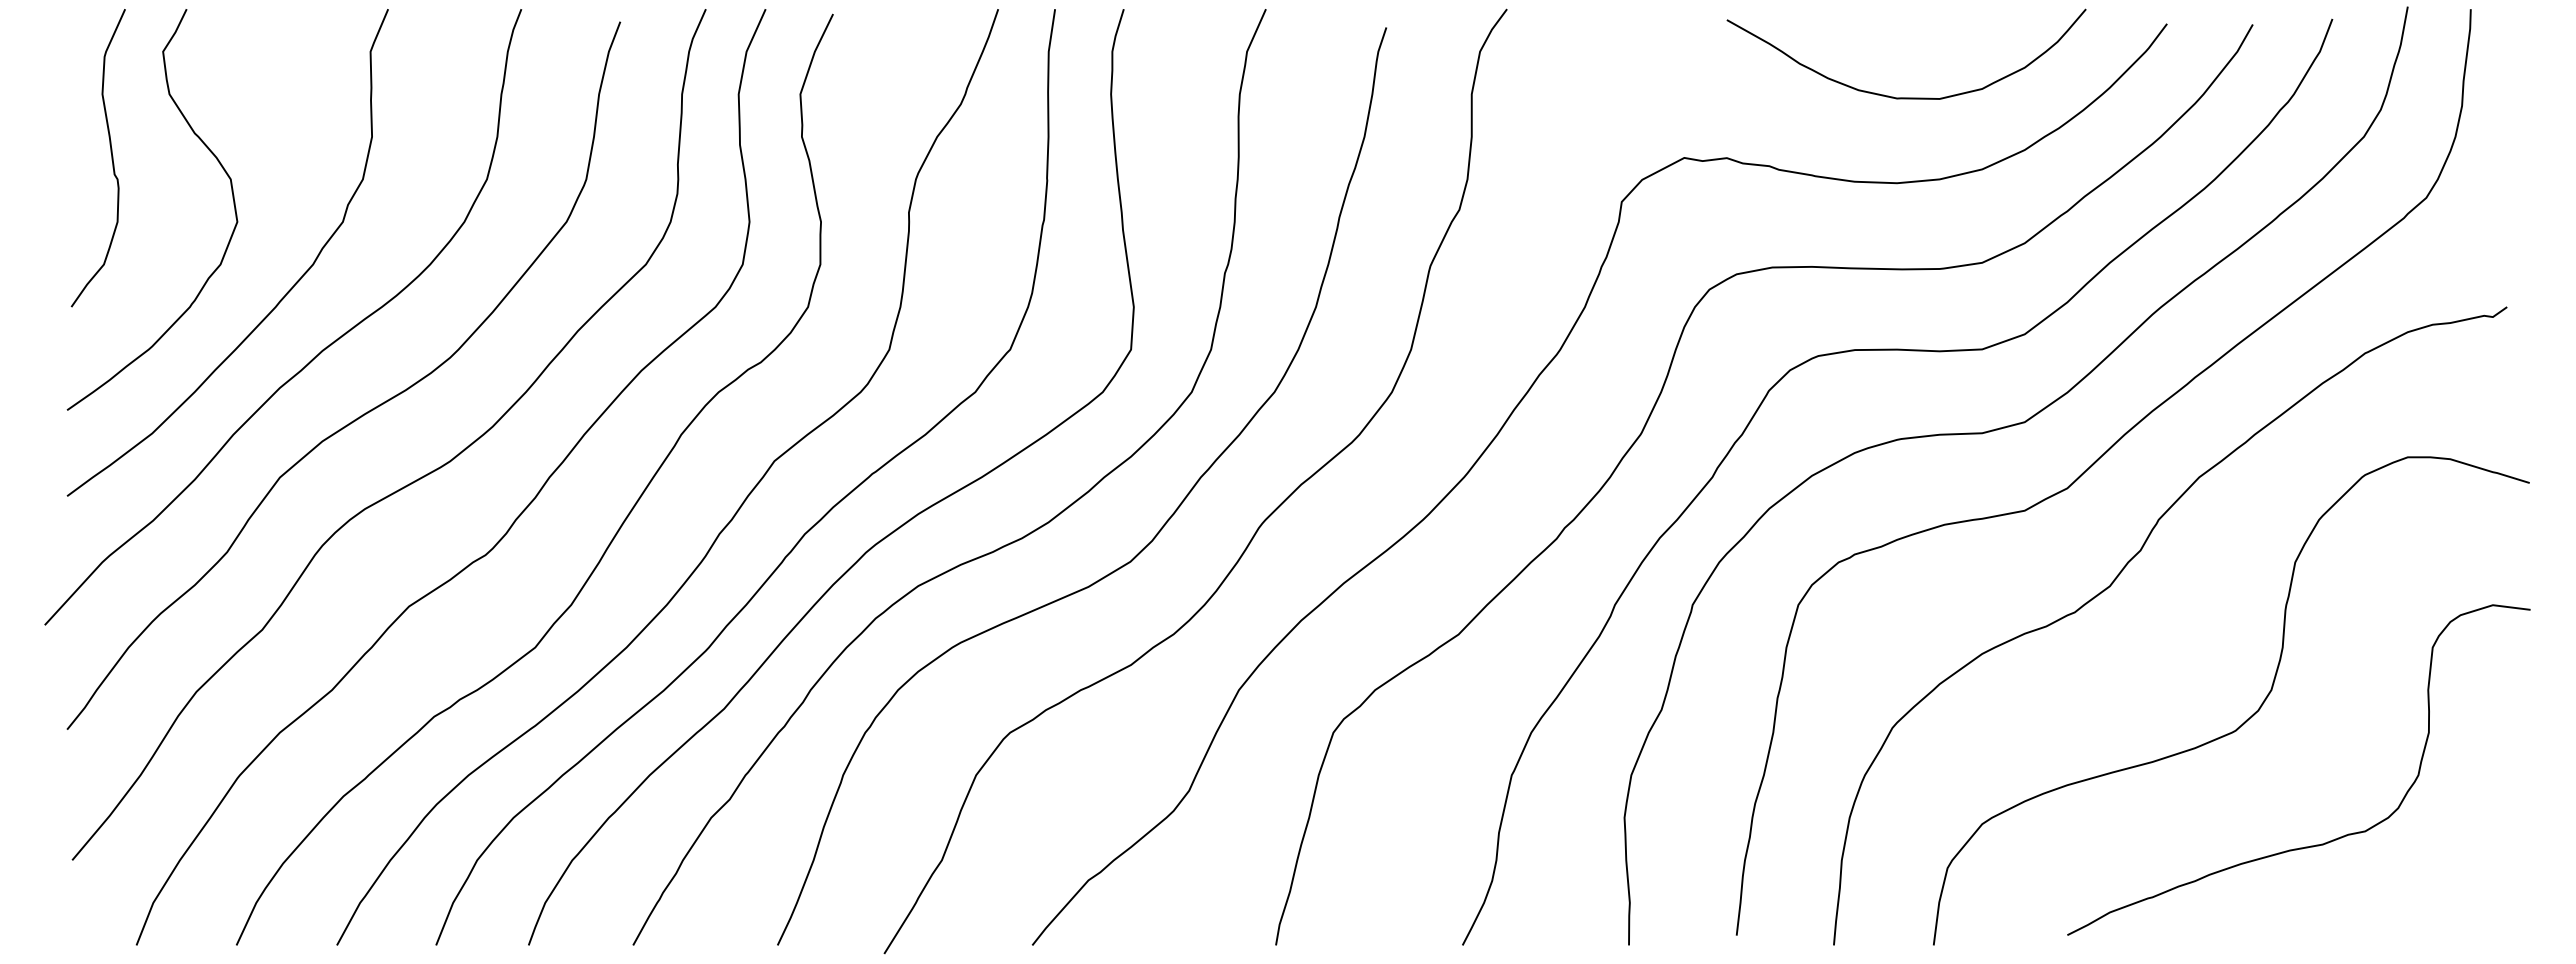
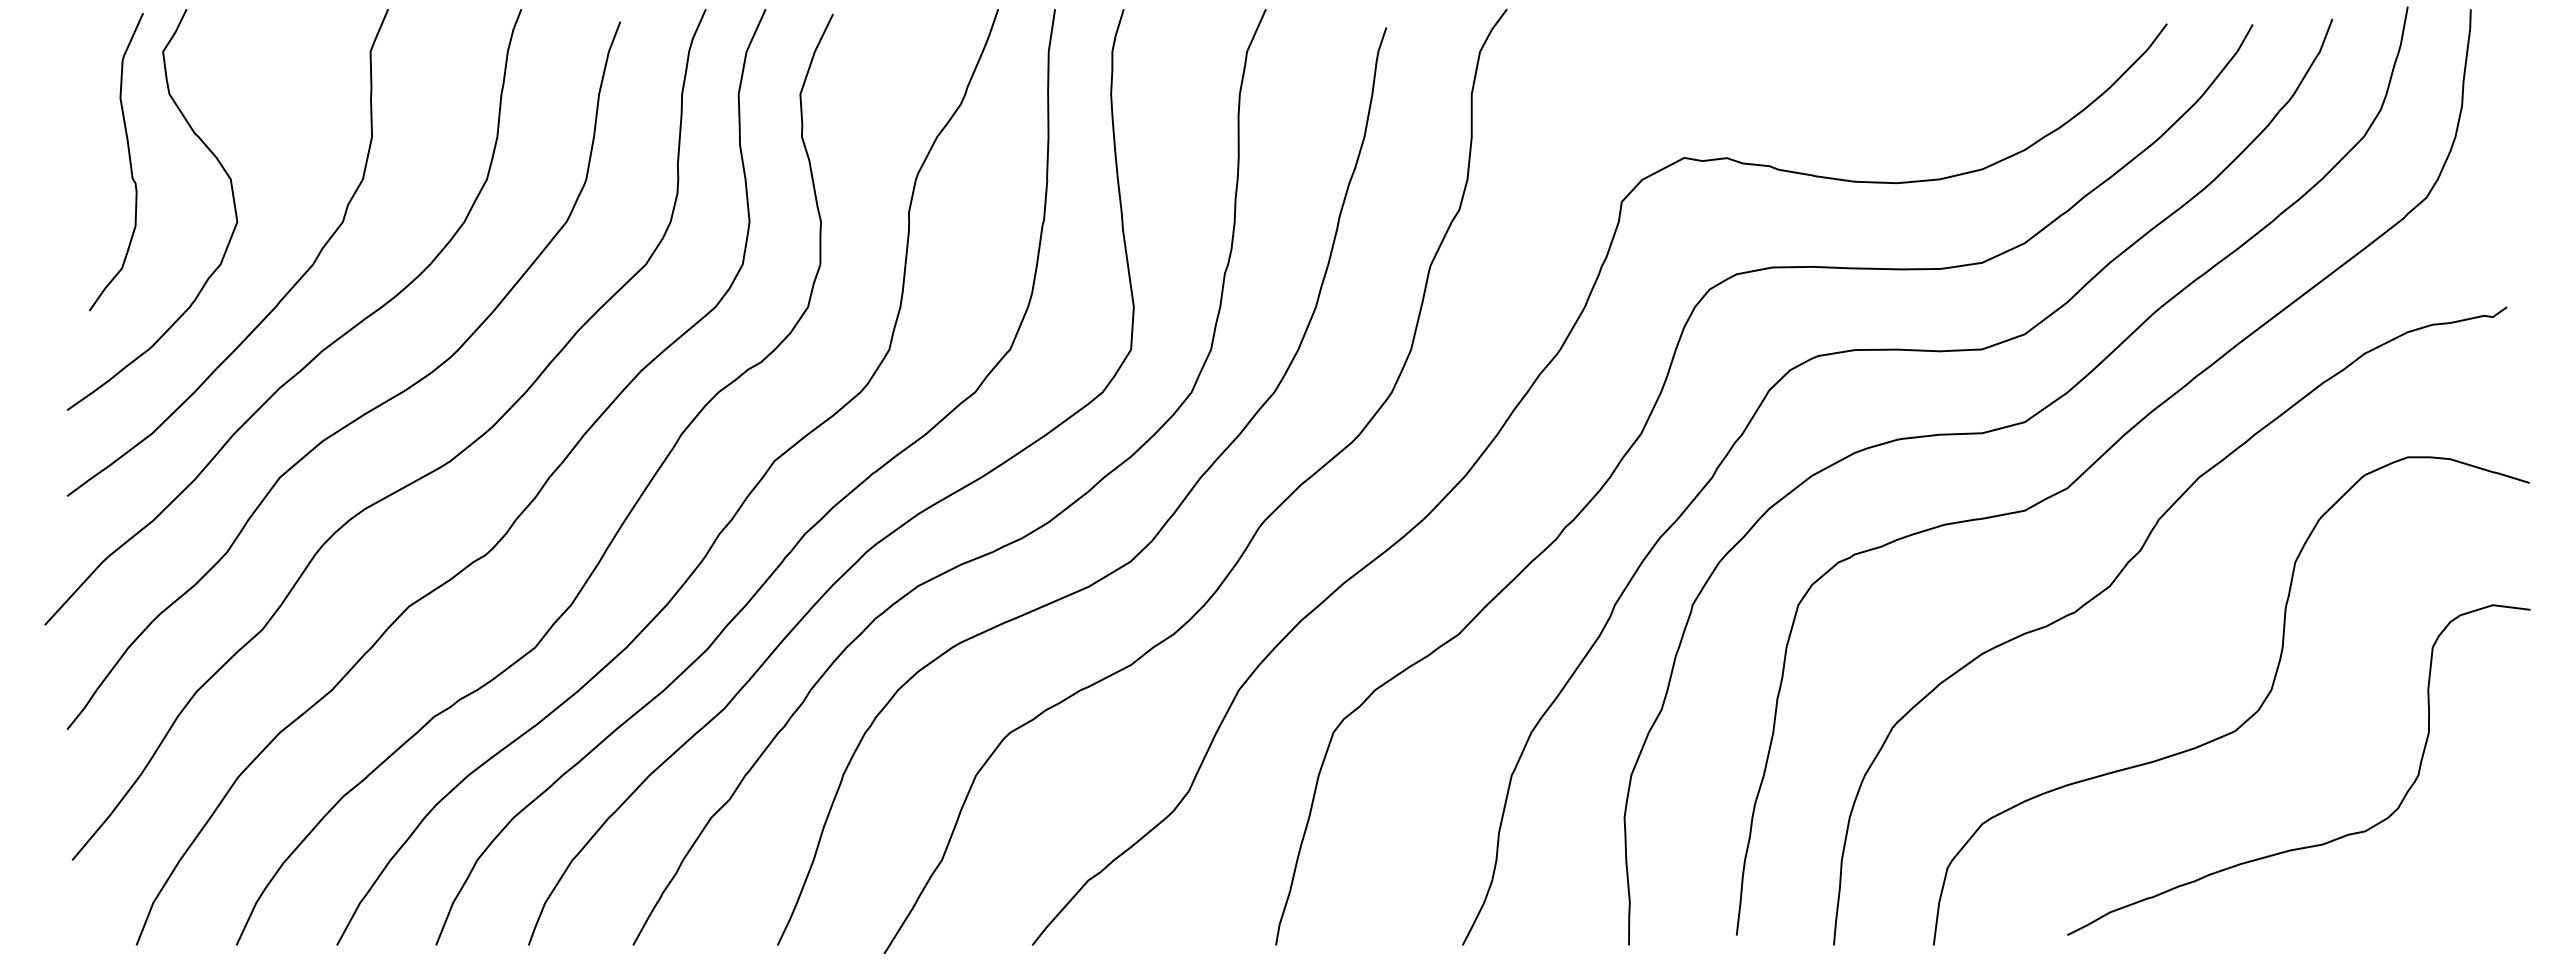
curve at (1906, 97): present -> none
curve at (111, 158) position: (111, 158) -> (129, 162)
